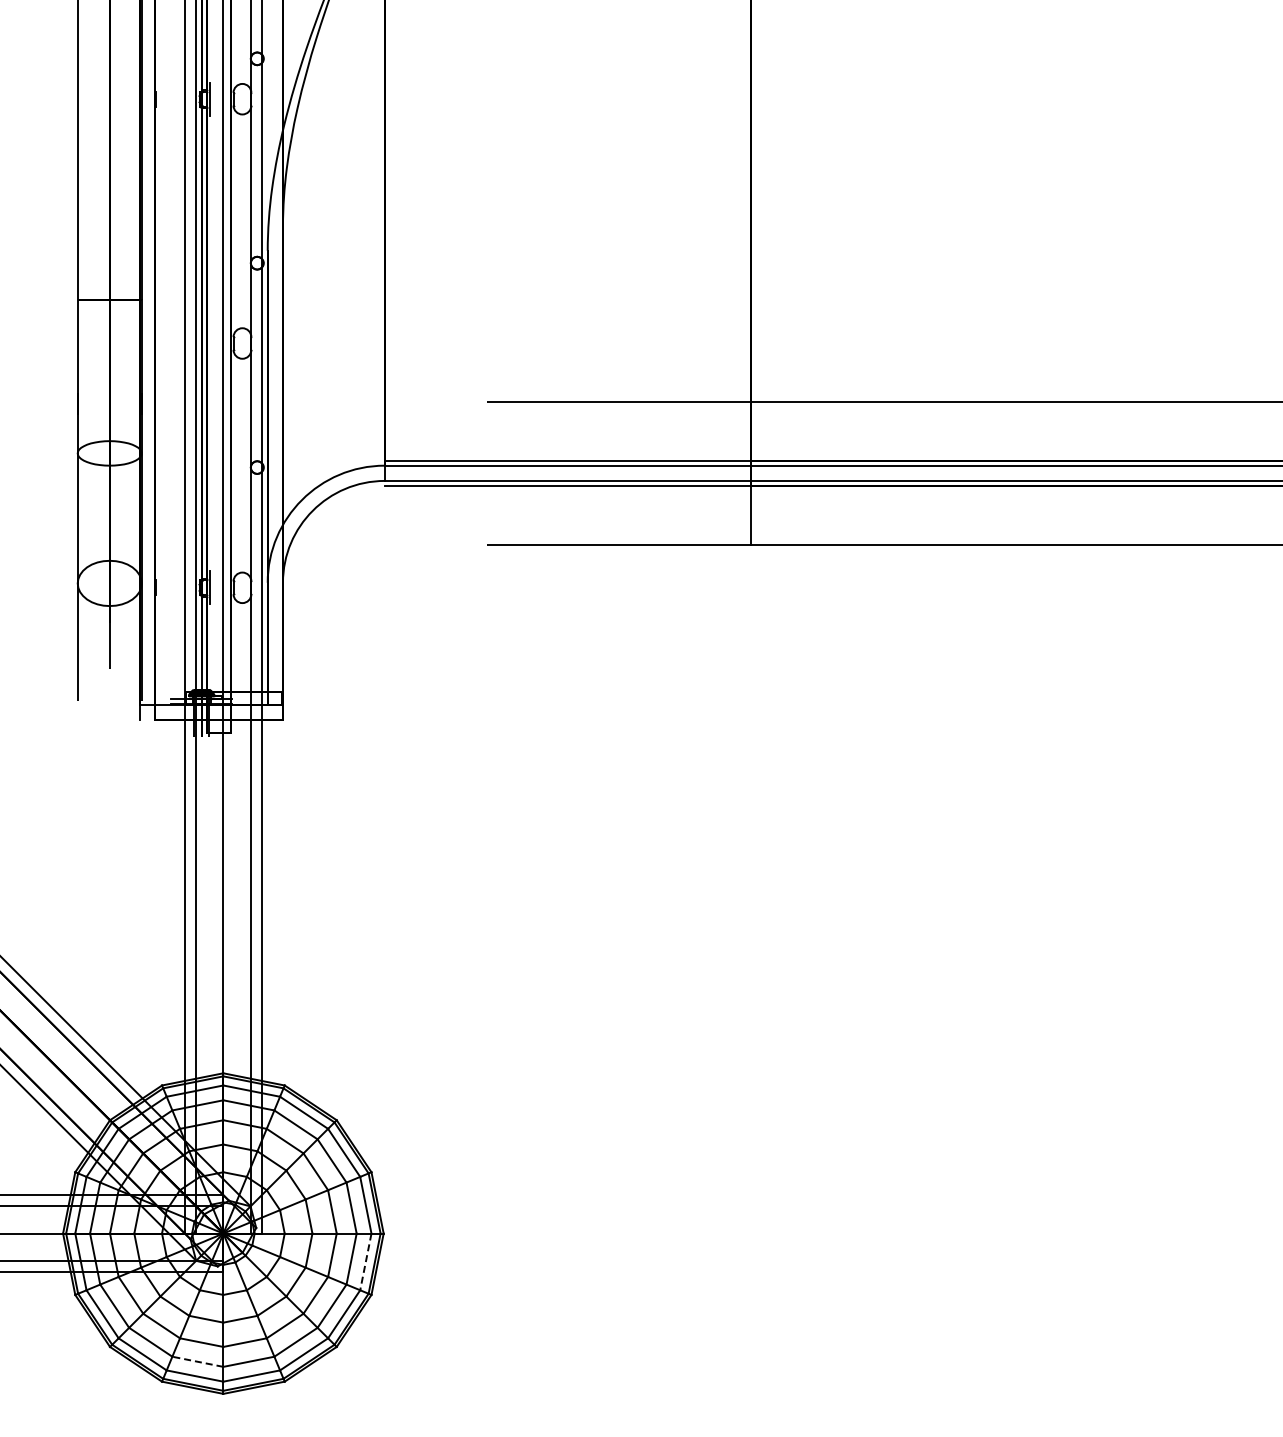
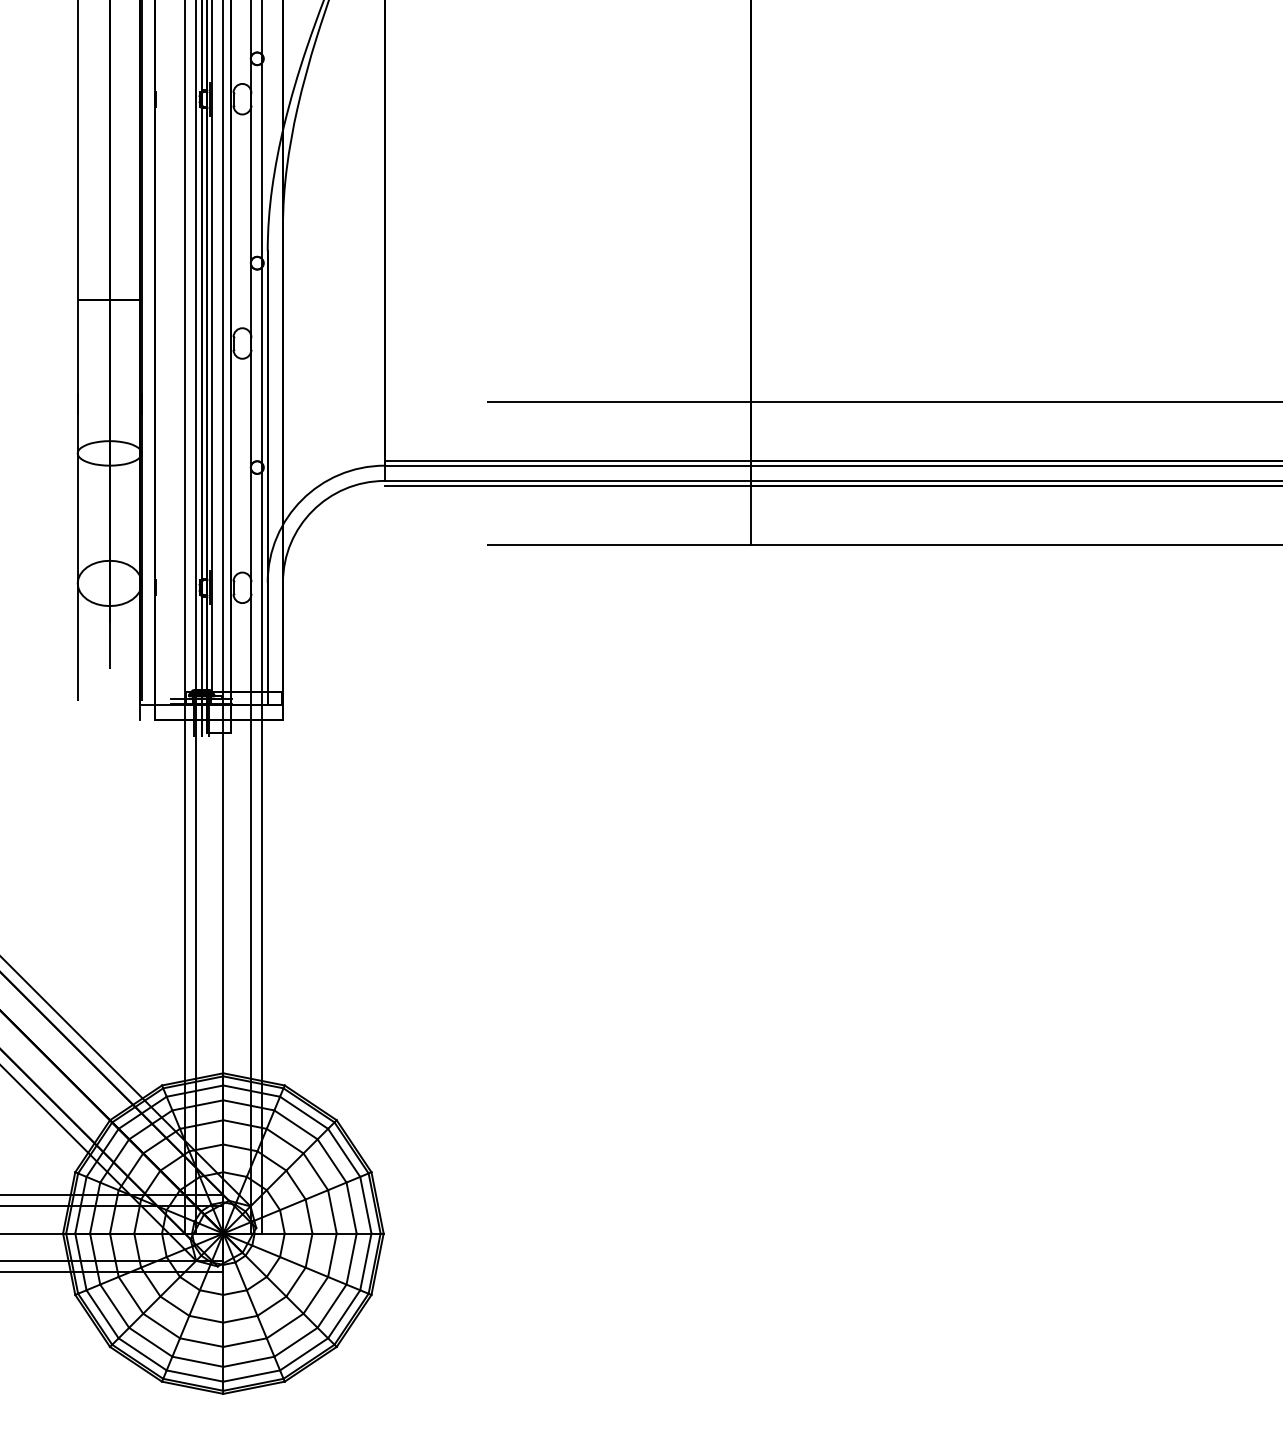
line at (212, 345): none -> present
line at (365, 1261): dashed -> solid
line at (197, 1361): dashed -> solid
